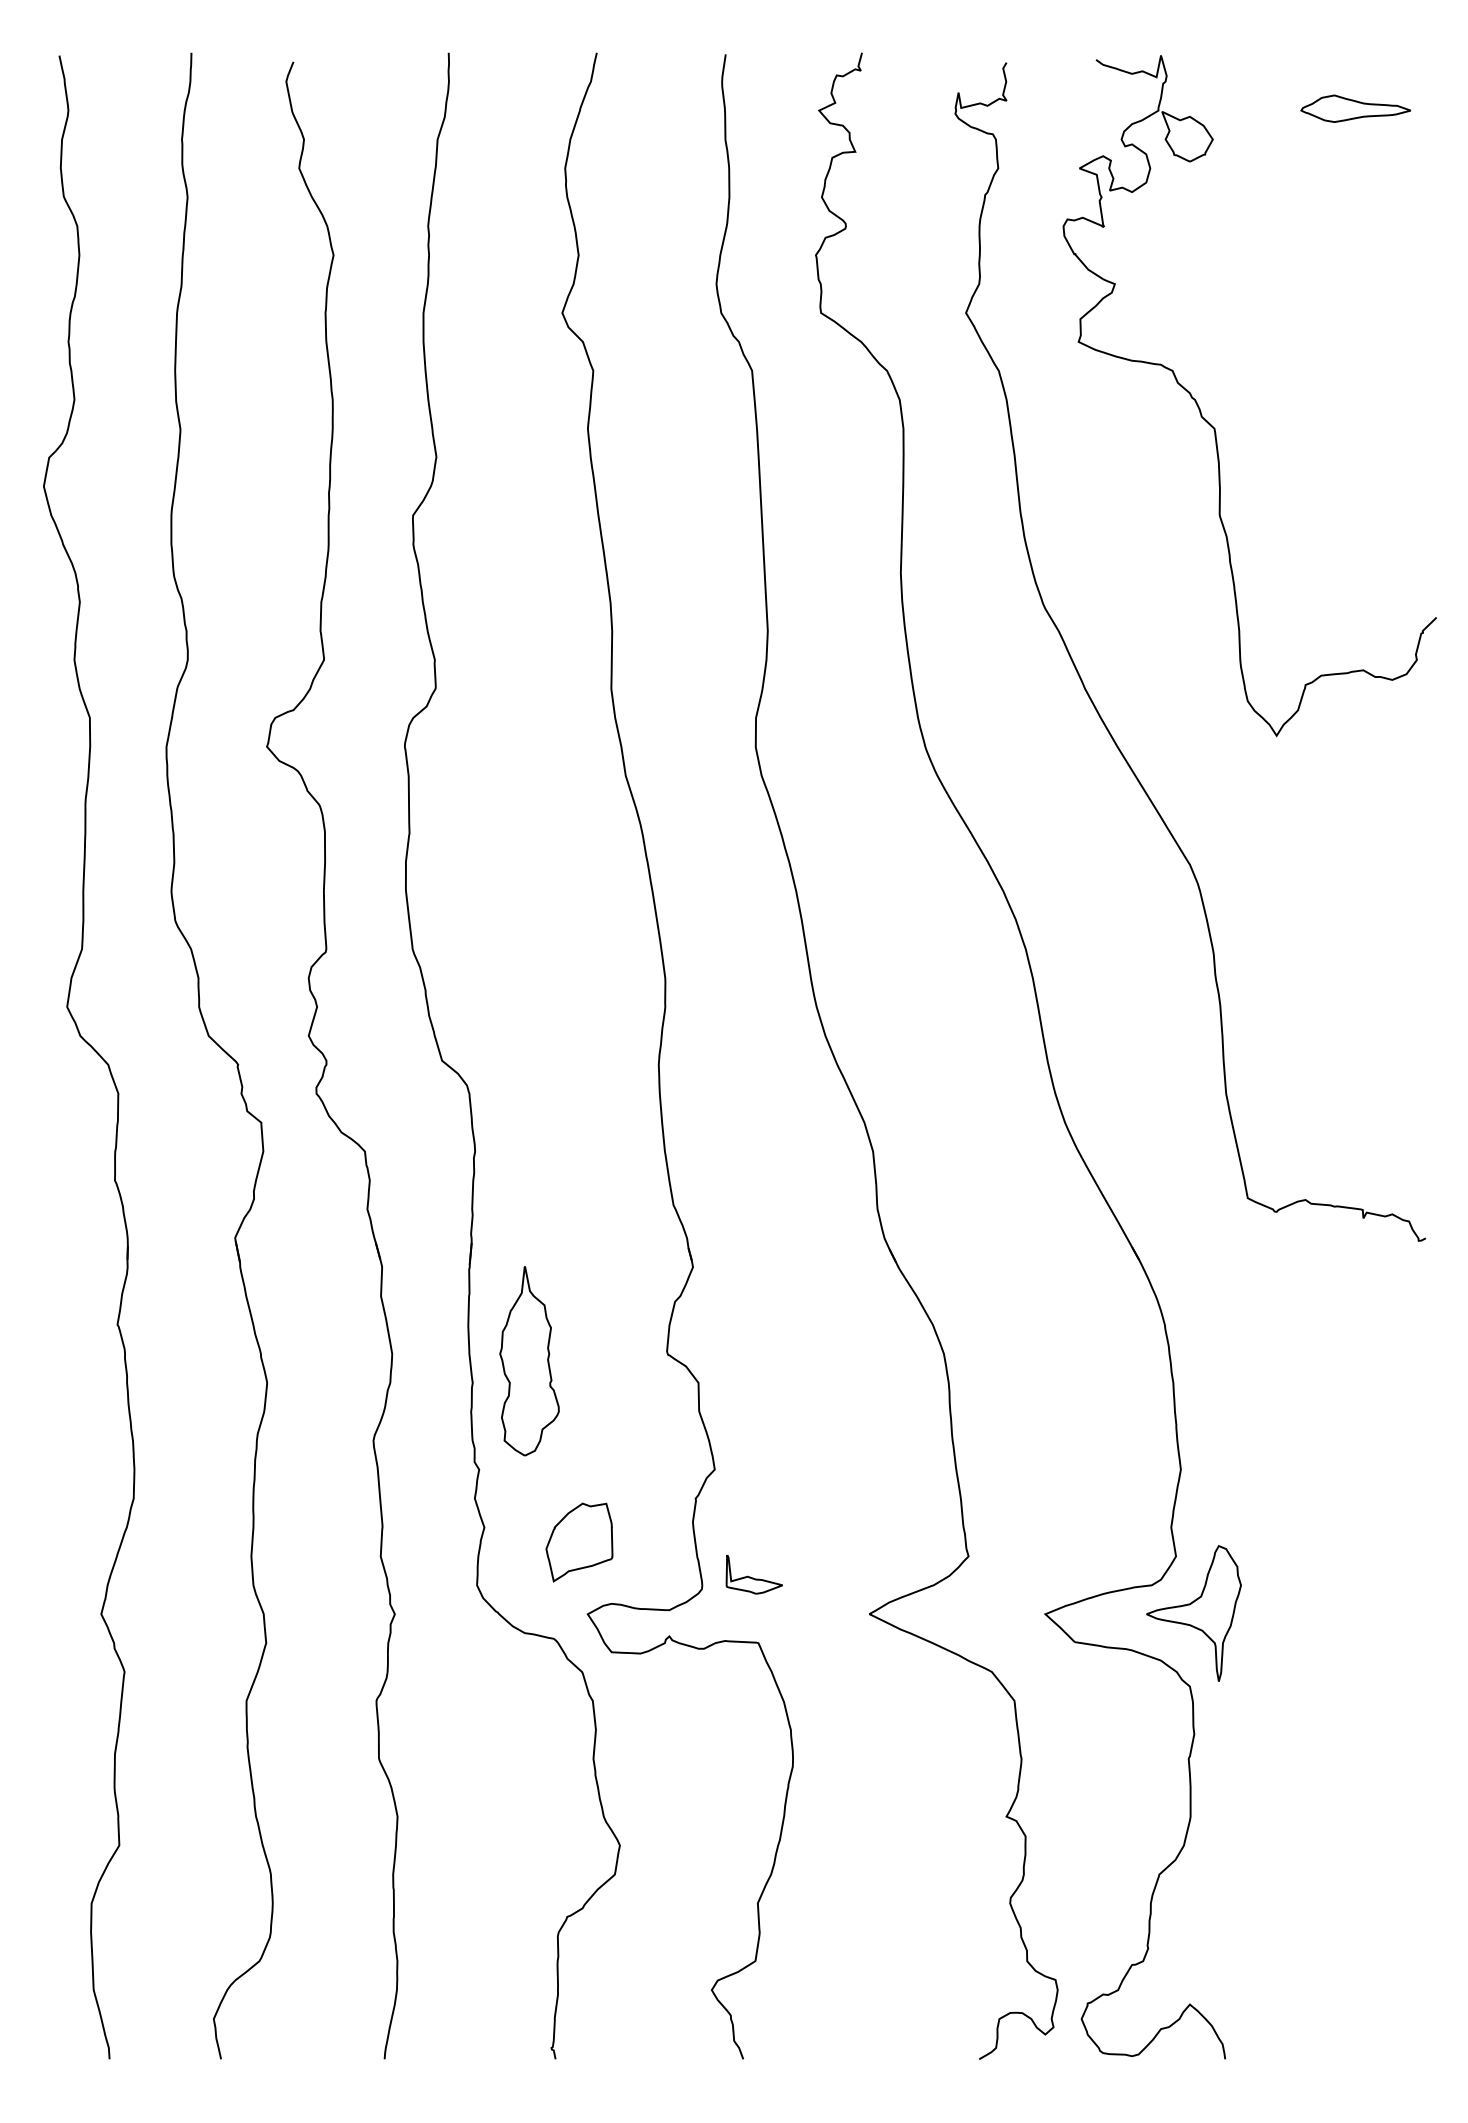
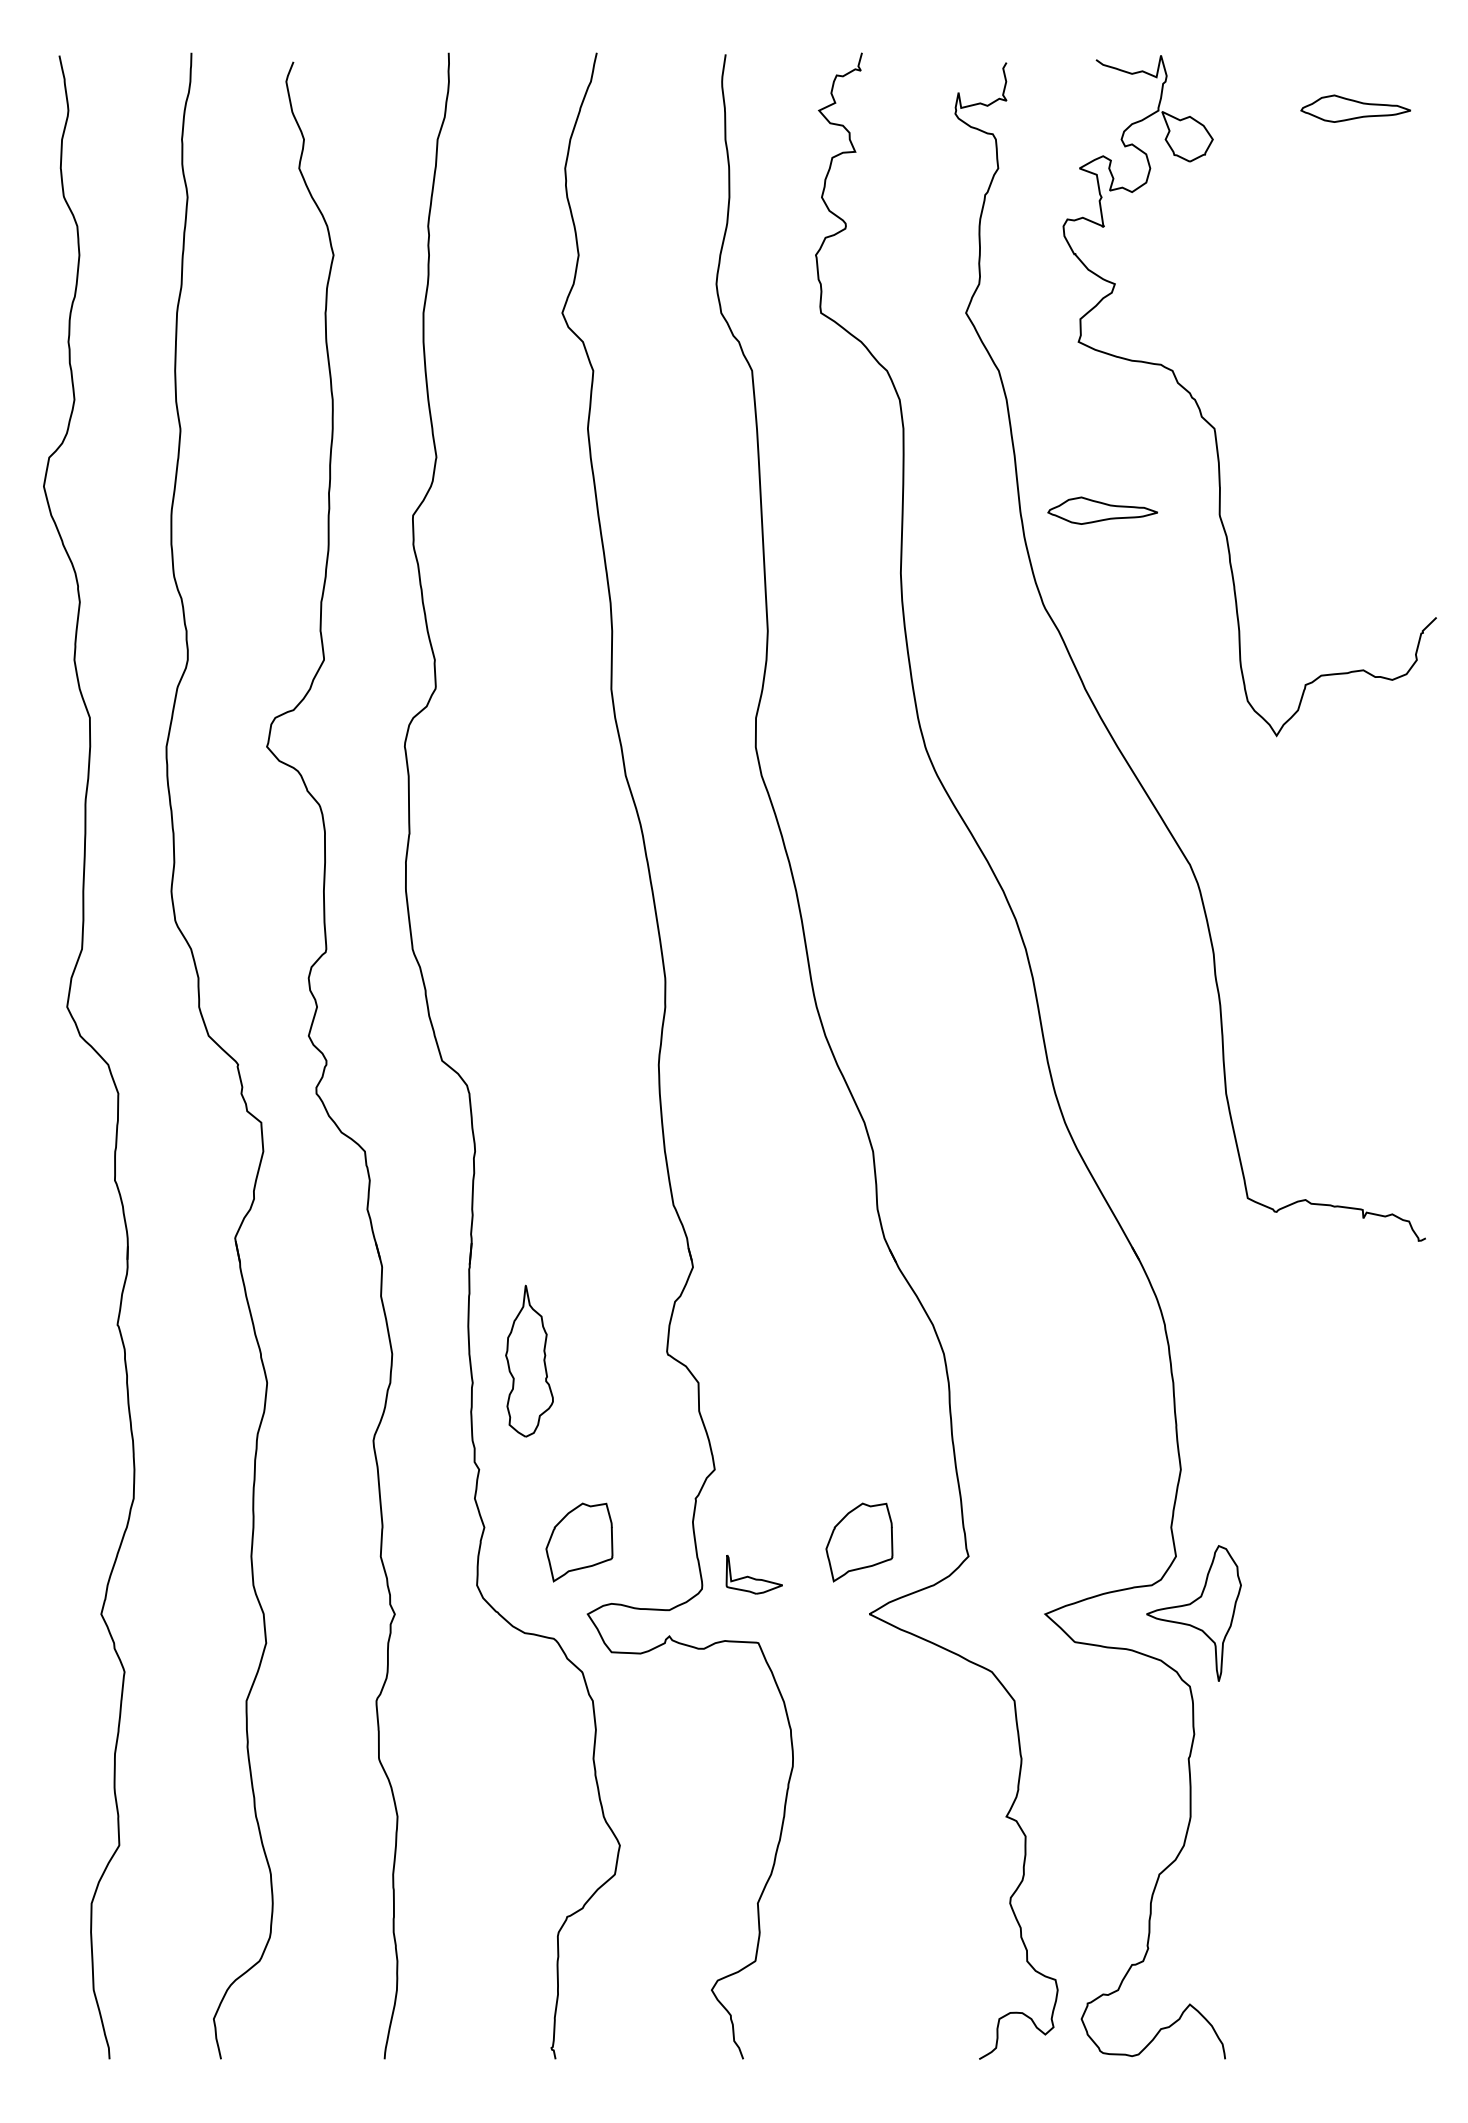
part at (1102, 510): none -> present
part at (529, 1361) size: 61x191 px -> 49x154 px
part at (859, 1542): none -> present
